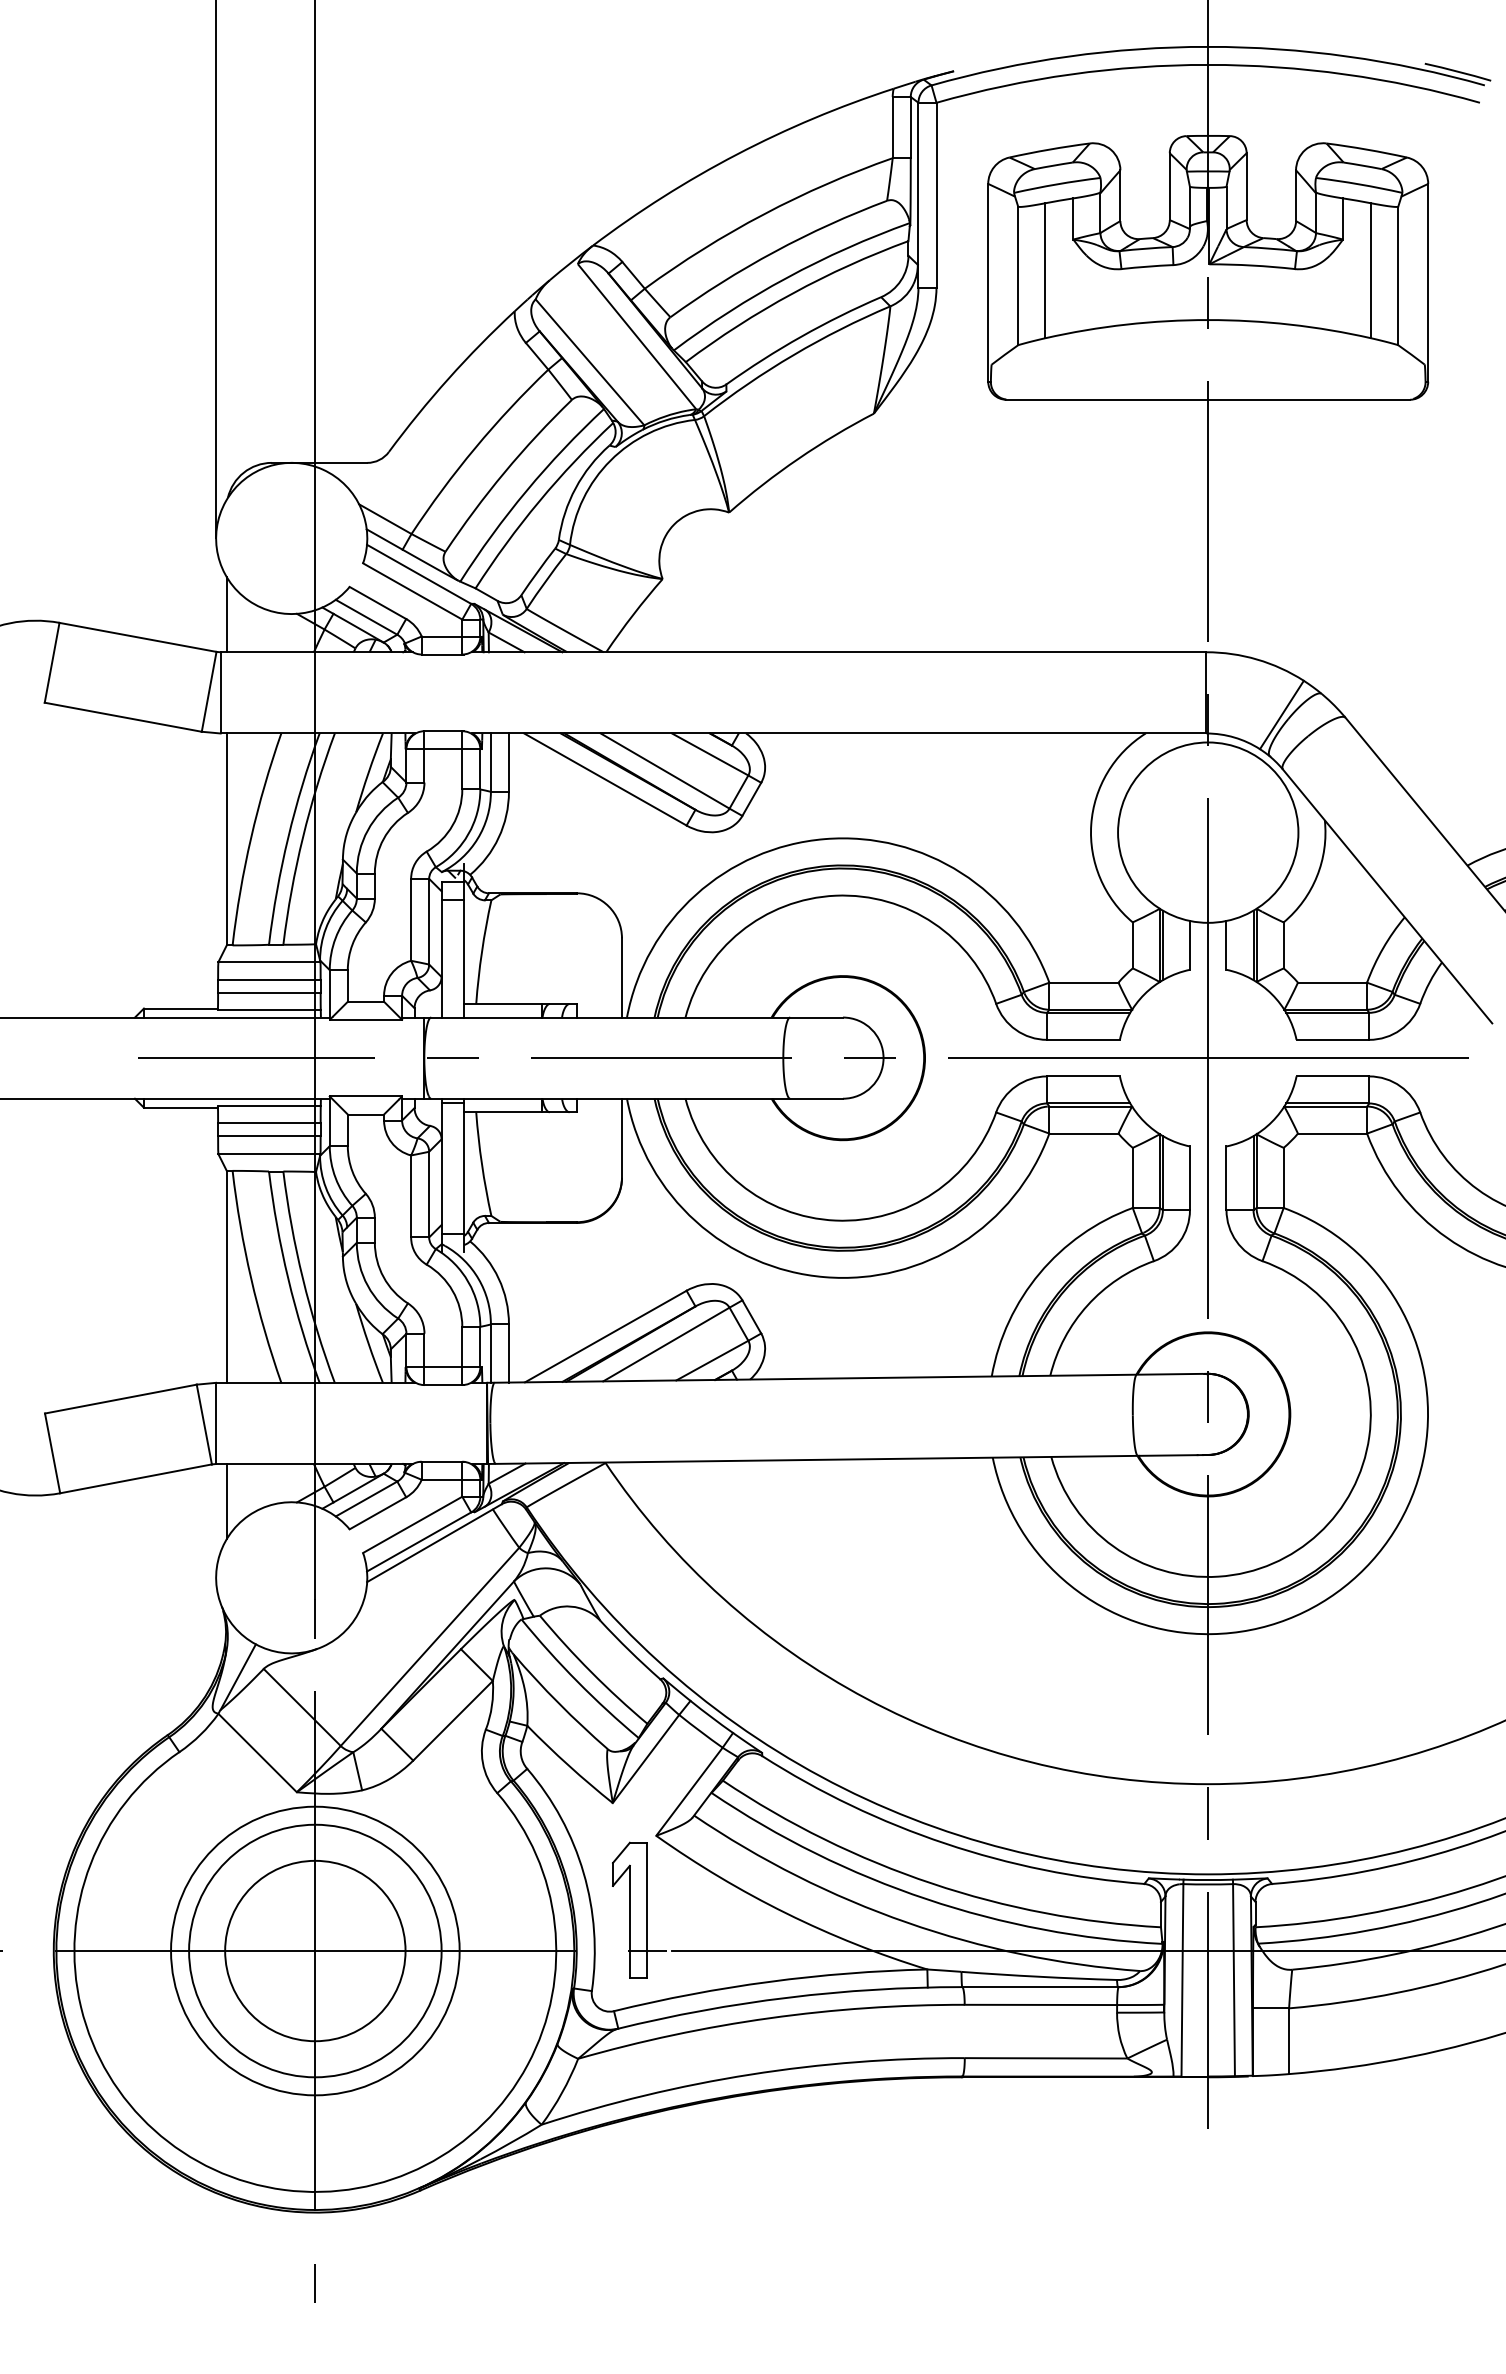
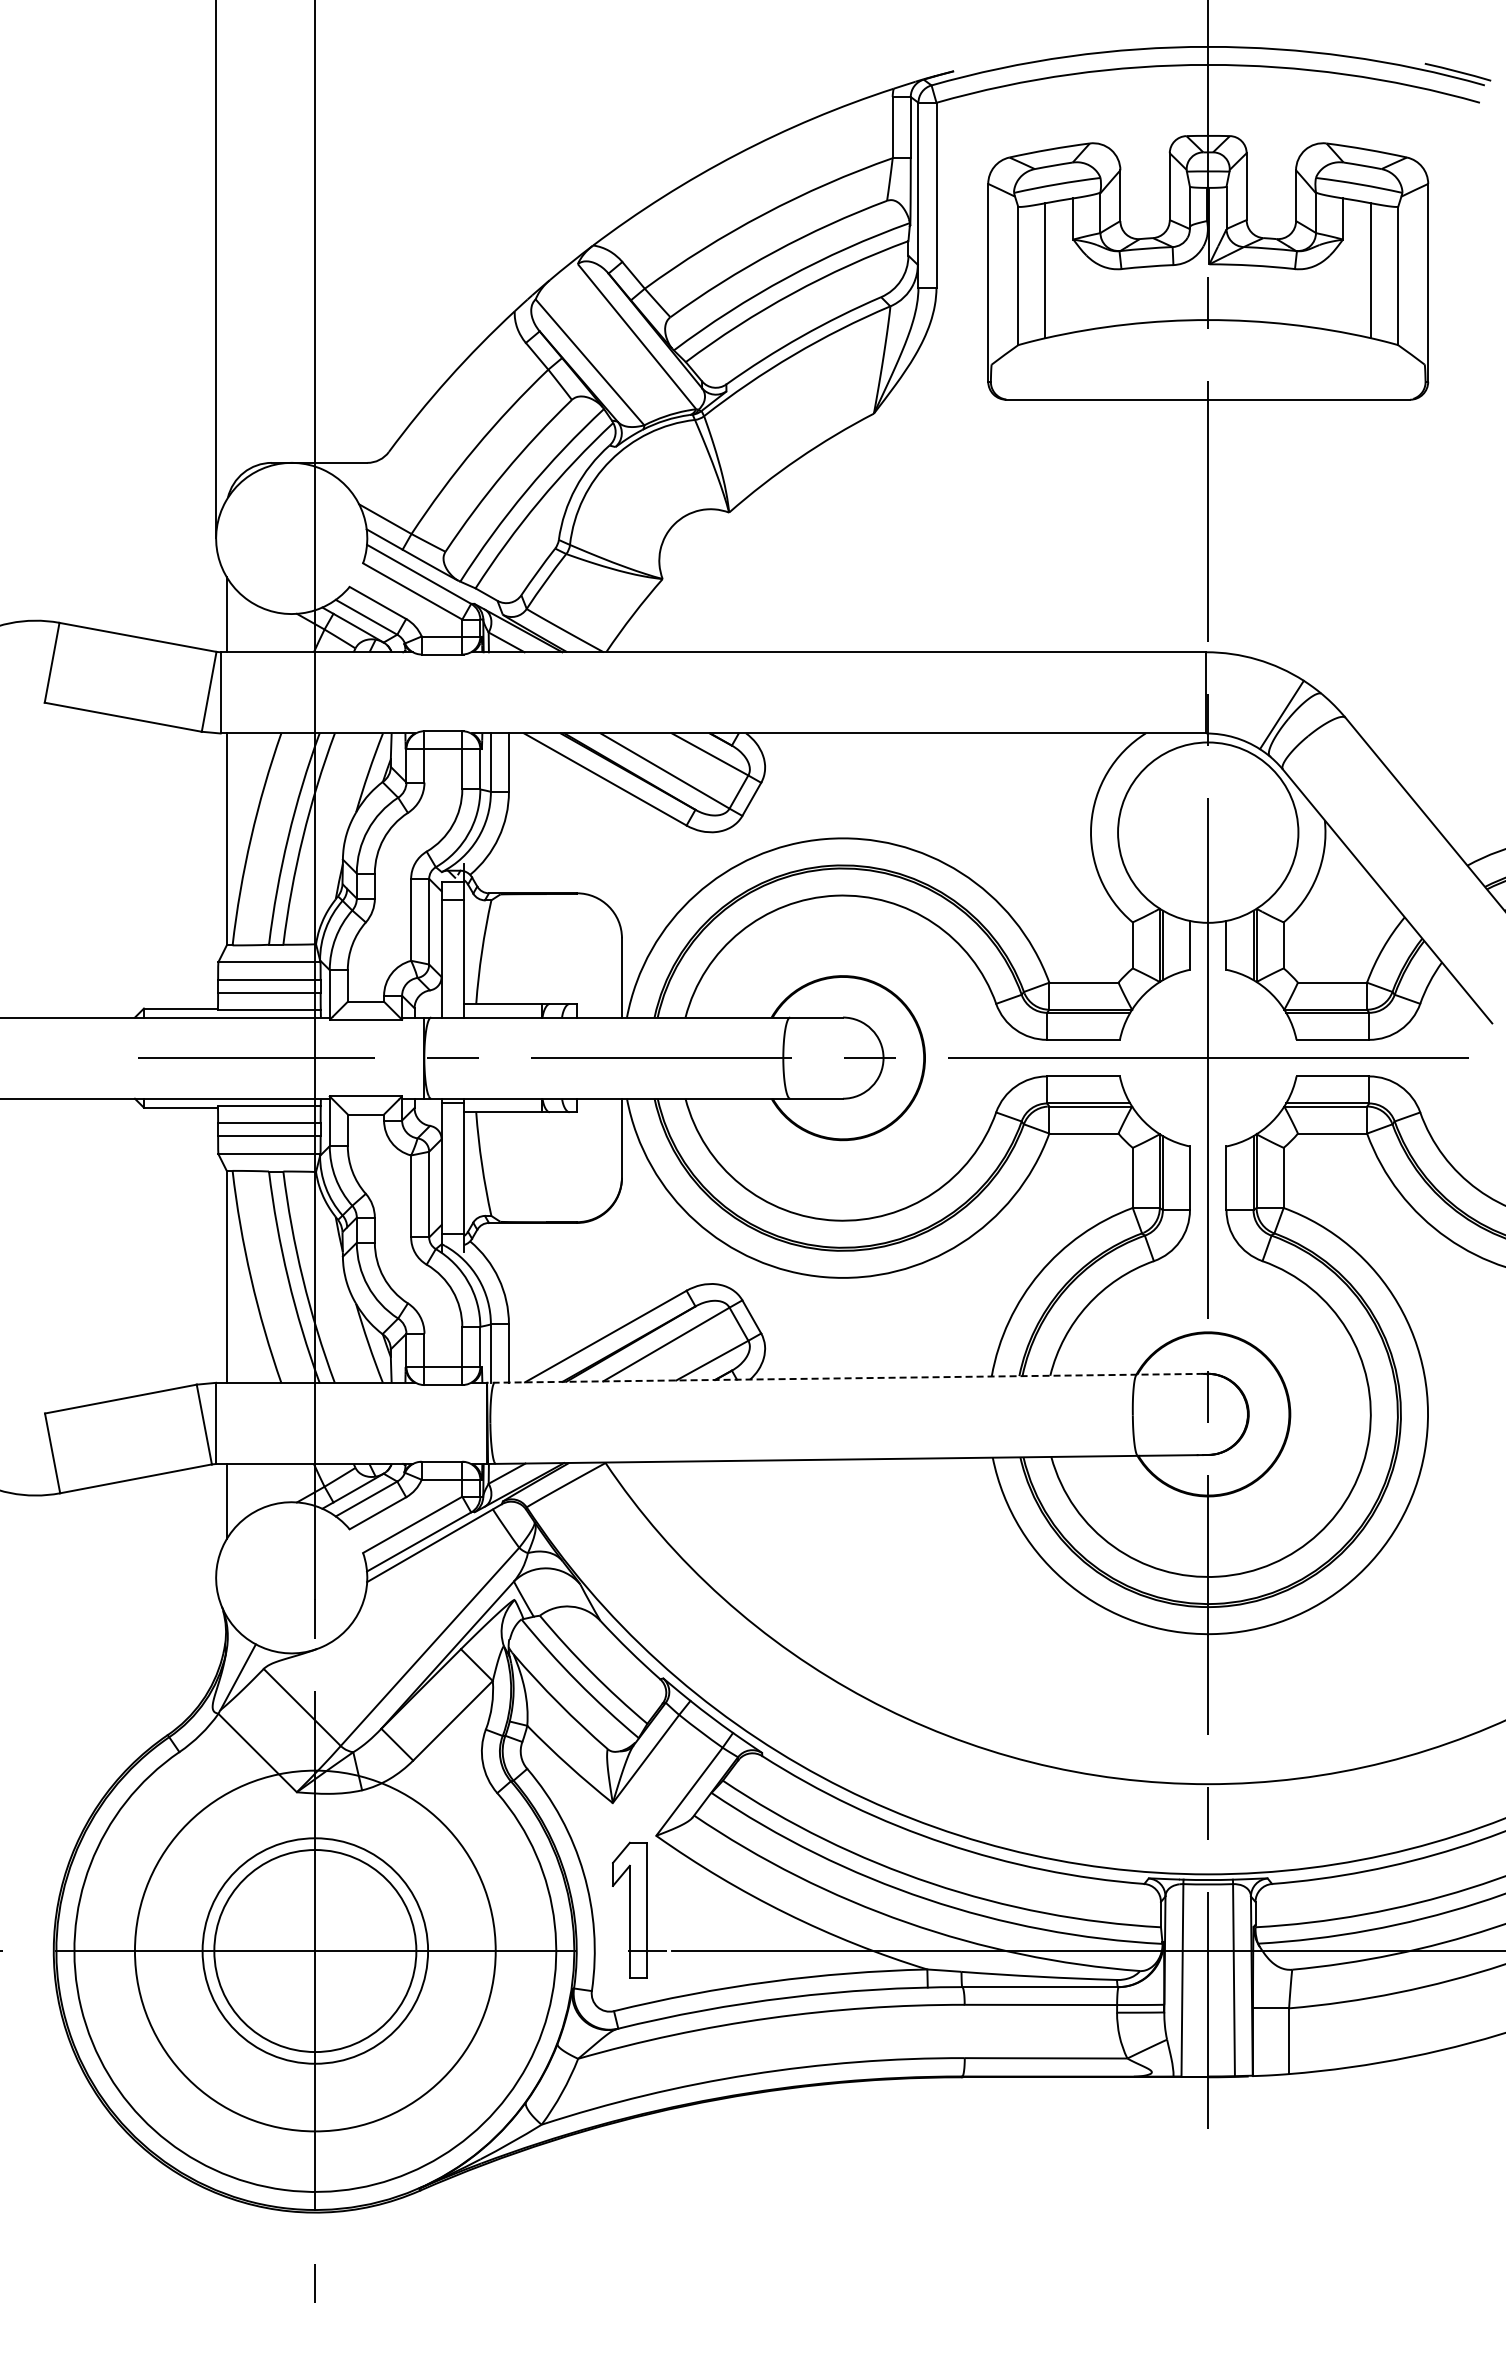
line at (845, 1378): solid -> dashed
circle at (315, 1950) diameter: 180 px -> 225 px
circle at (315, 1950) diameter: 253 px -> 202 px
circle at (315, 1950) diameter: 289 px -> 361 px
